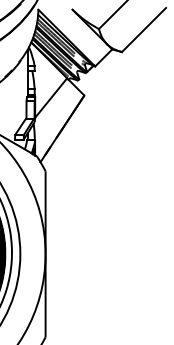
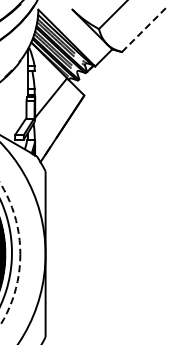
line at (144, 29): solid -> dashed
circle at (10, 254): solid -> dashed
